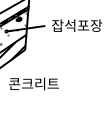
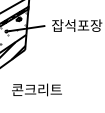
text at (33, 83) position: (33, 83) -> (36, 89)
